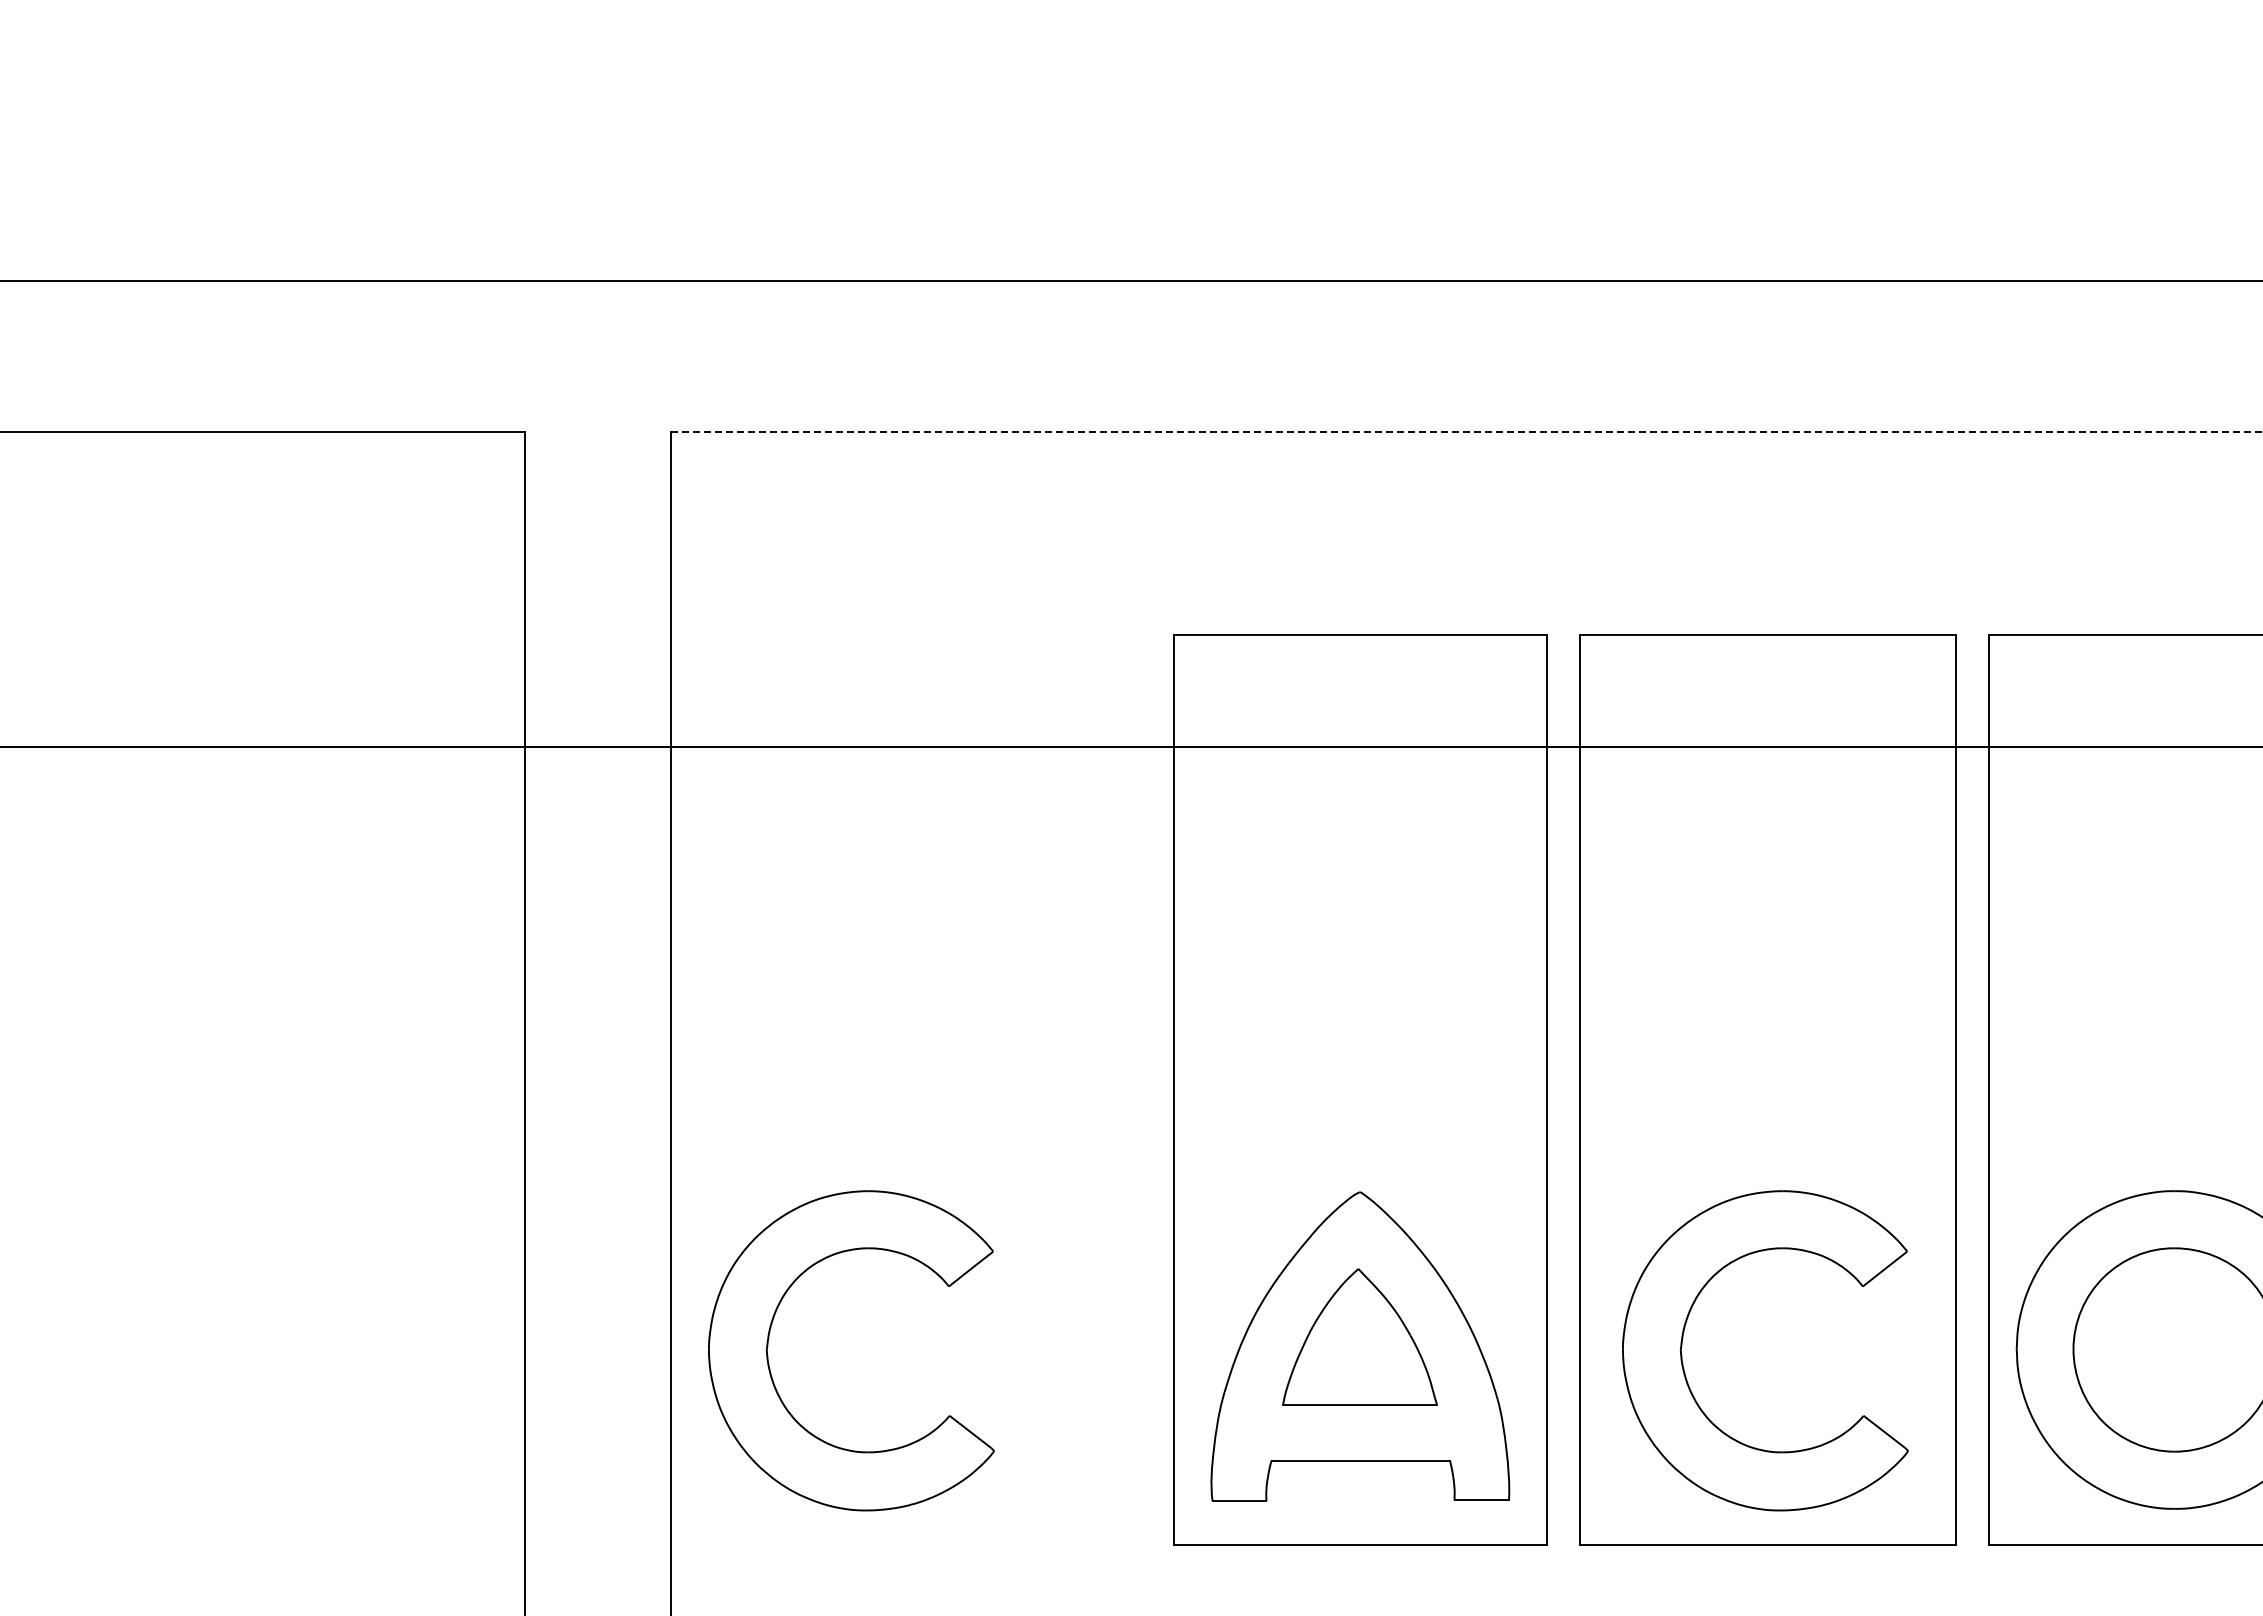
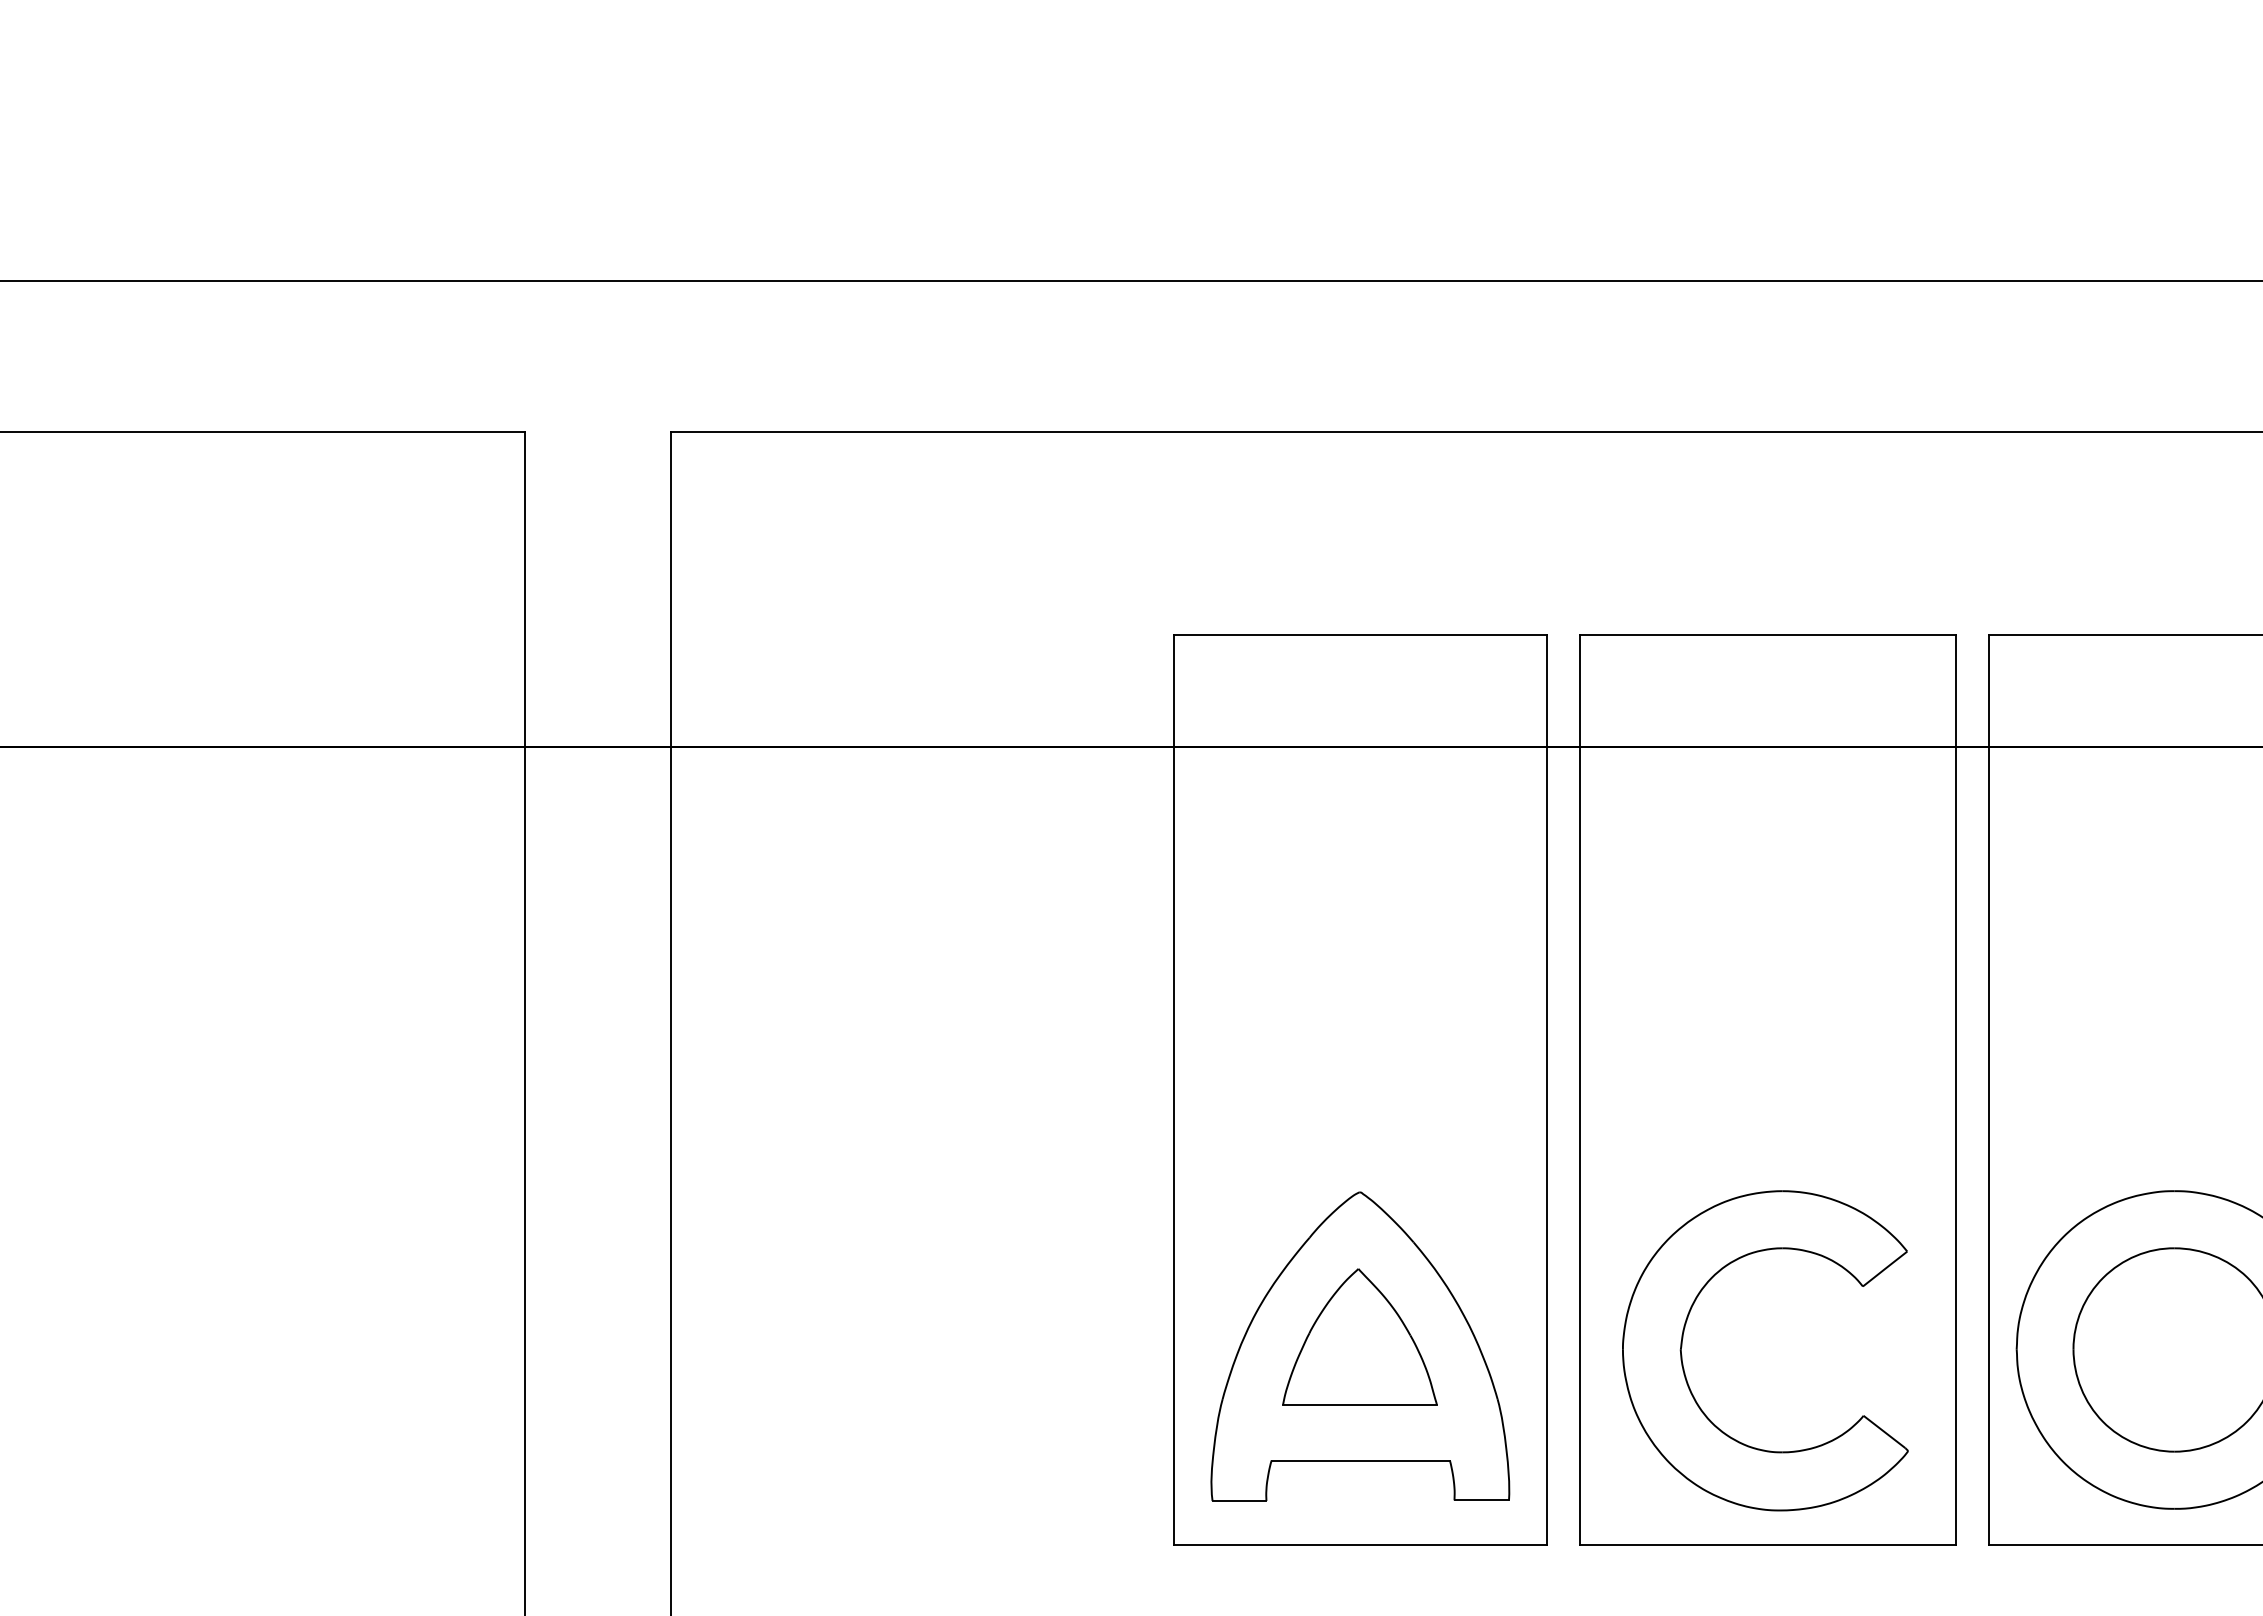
line at (1466, 431): dashed -> solid
part at (769, 1338): present -> none
